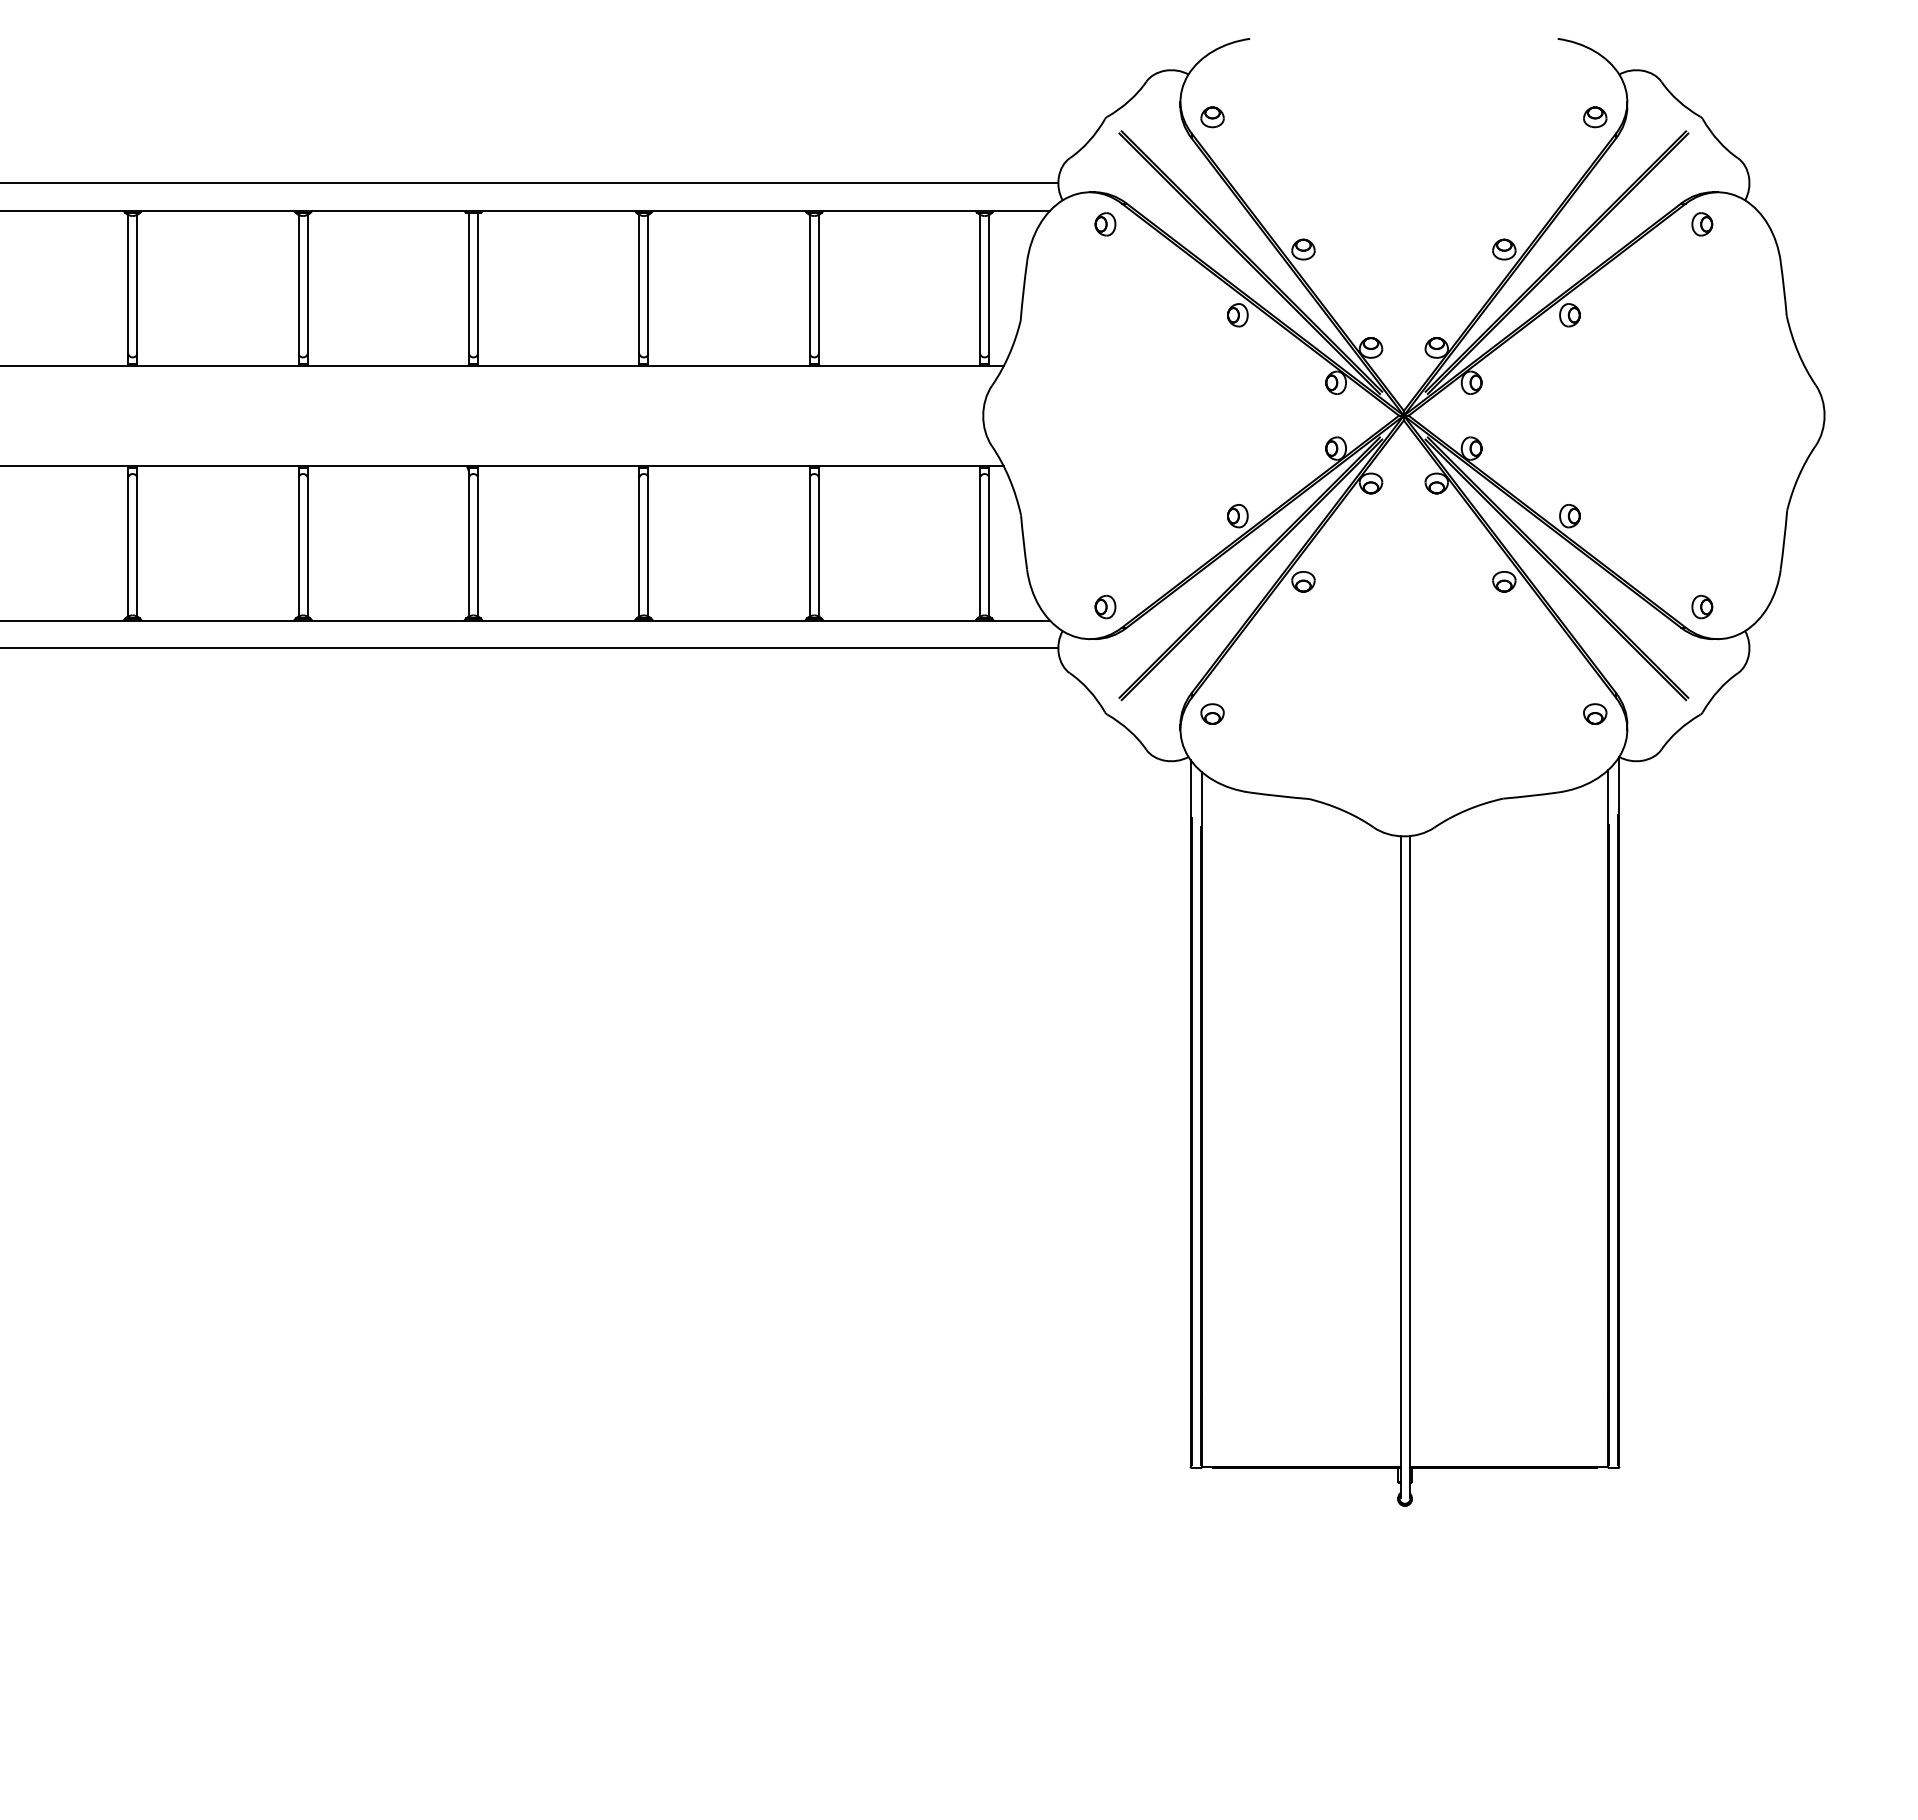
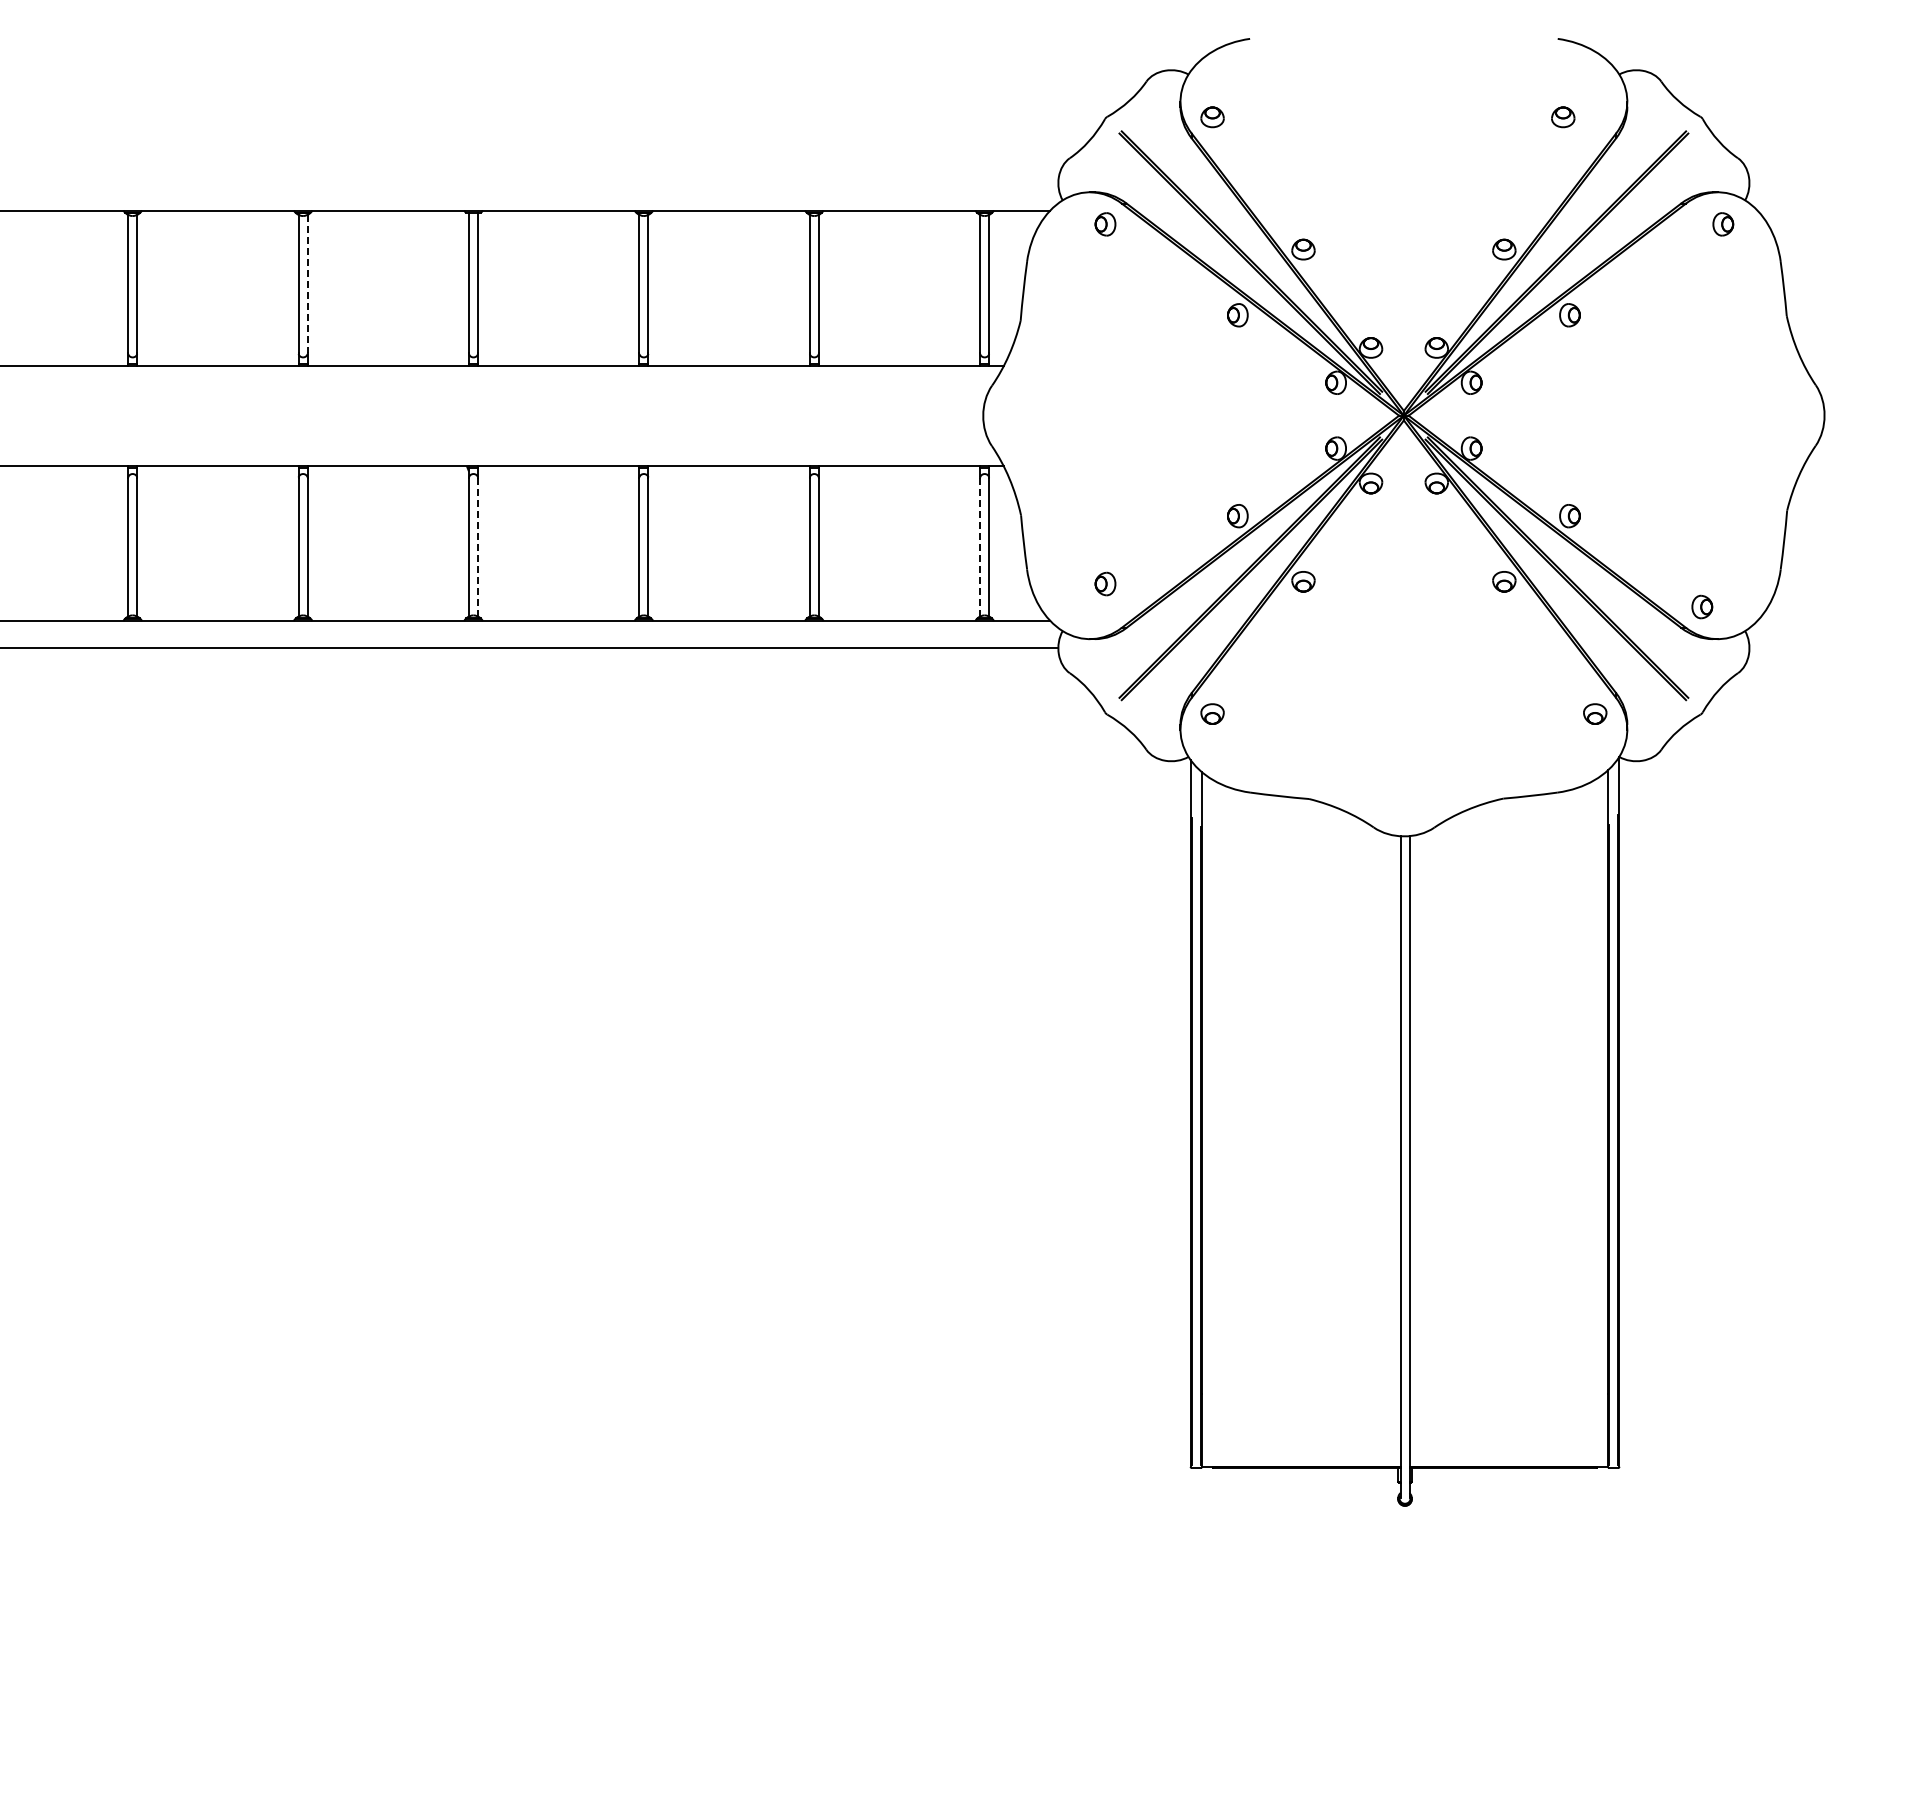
part at (1595, 117) position: (1595, 117) -> (1563, 117)
line at (530, 183): present -> none
part at (1702, 224) position: (1702, 224) -> (1723, 224)
line at (307, 284): solid -> dashed
line at (478, 547): solid -> dashed
line at (980, 547): solid -> dashed
part at (1105, 606) position: (1105, 606) -> (1105, 583)
